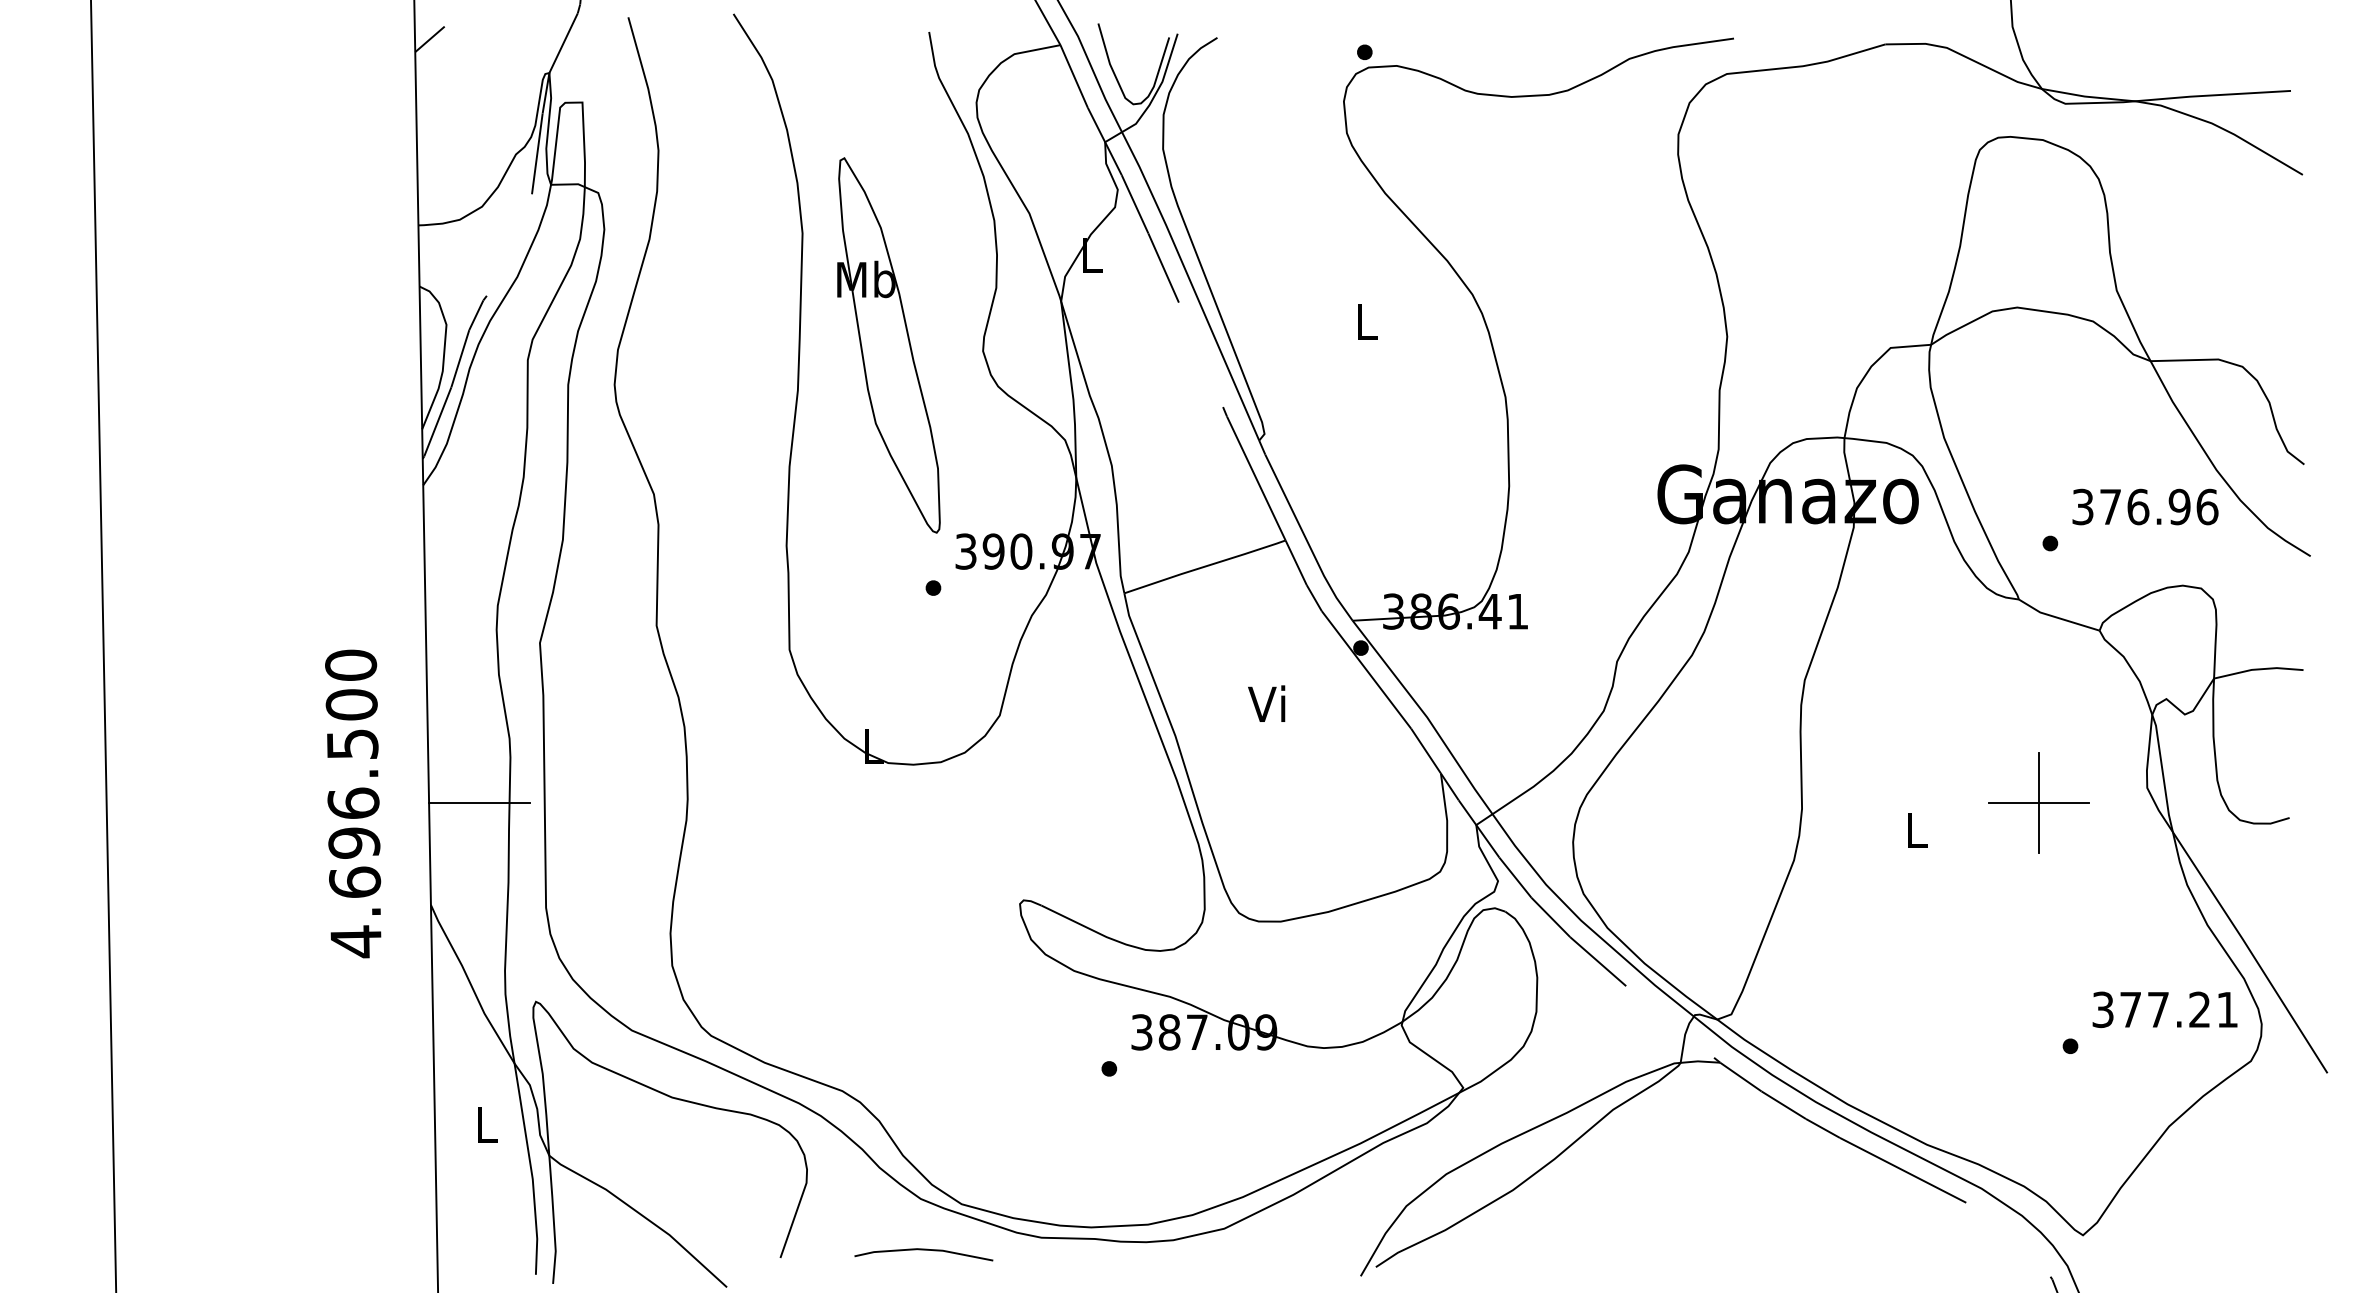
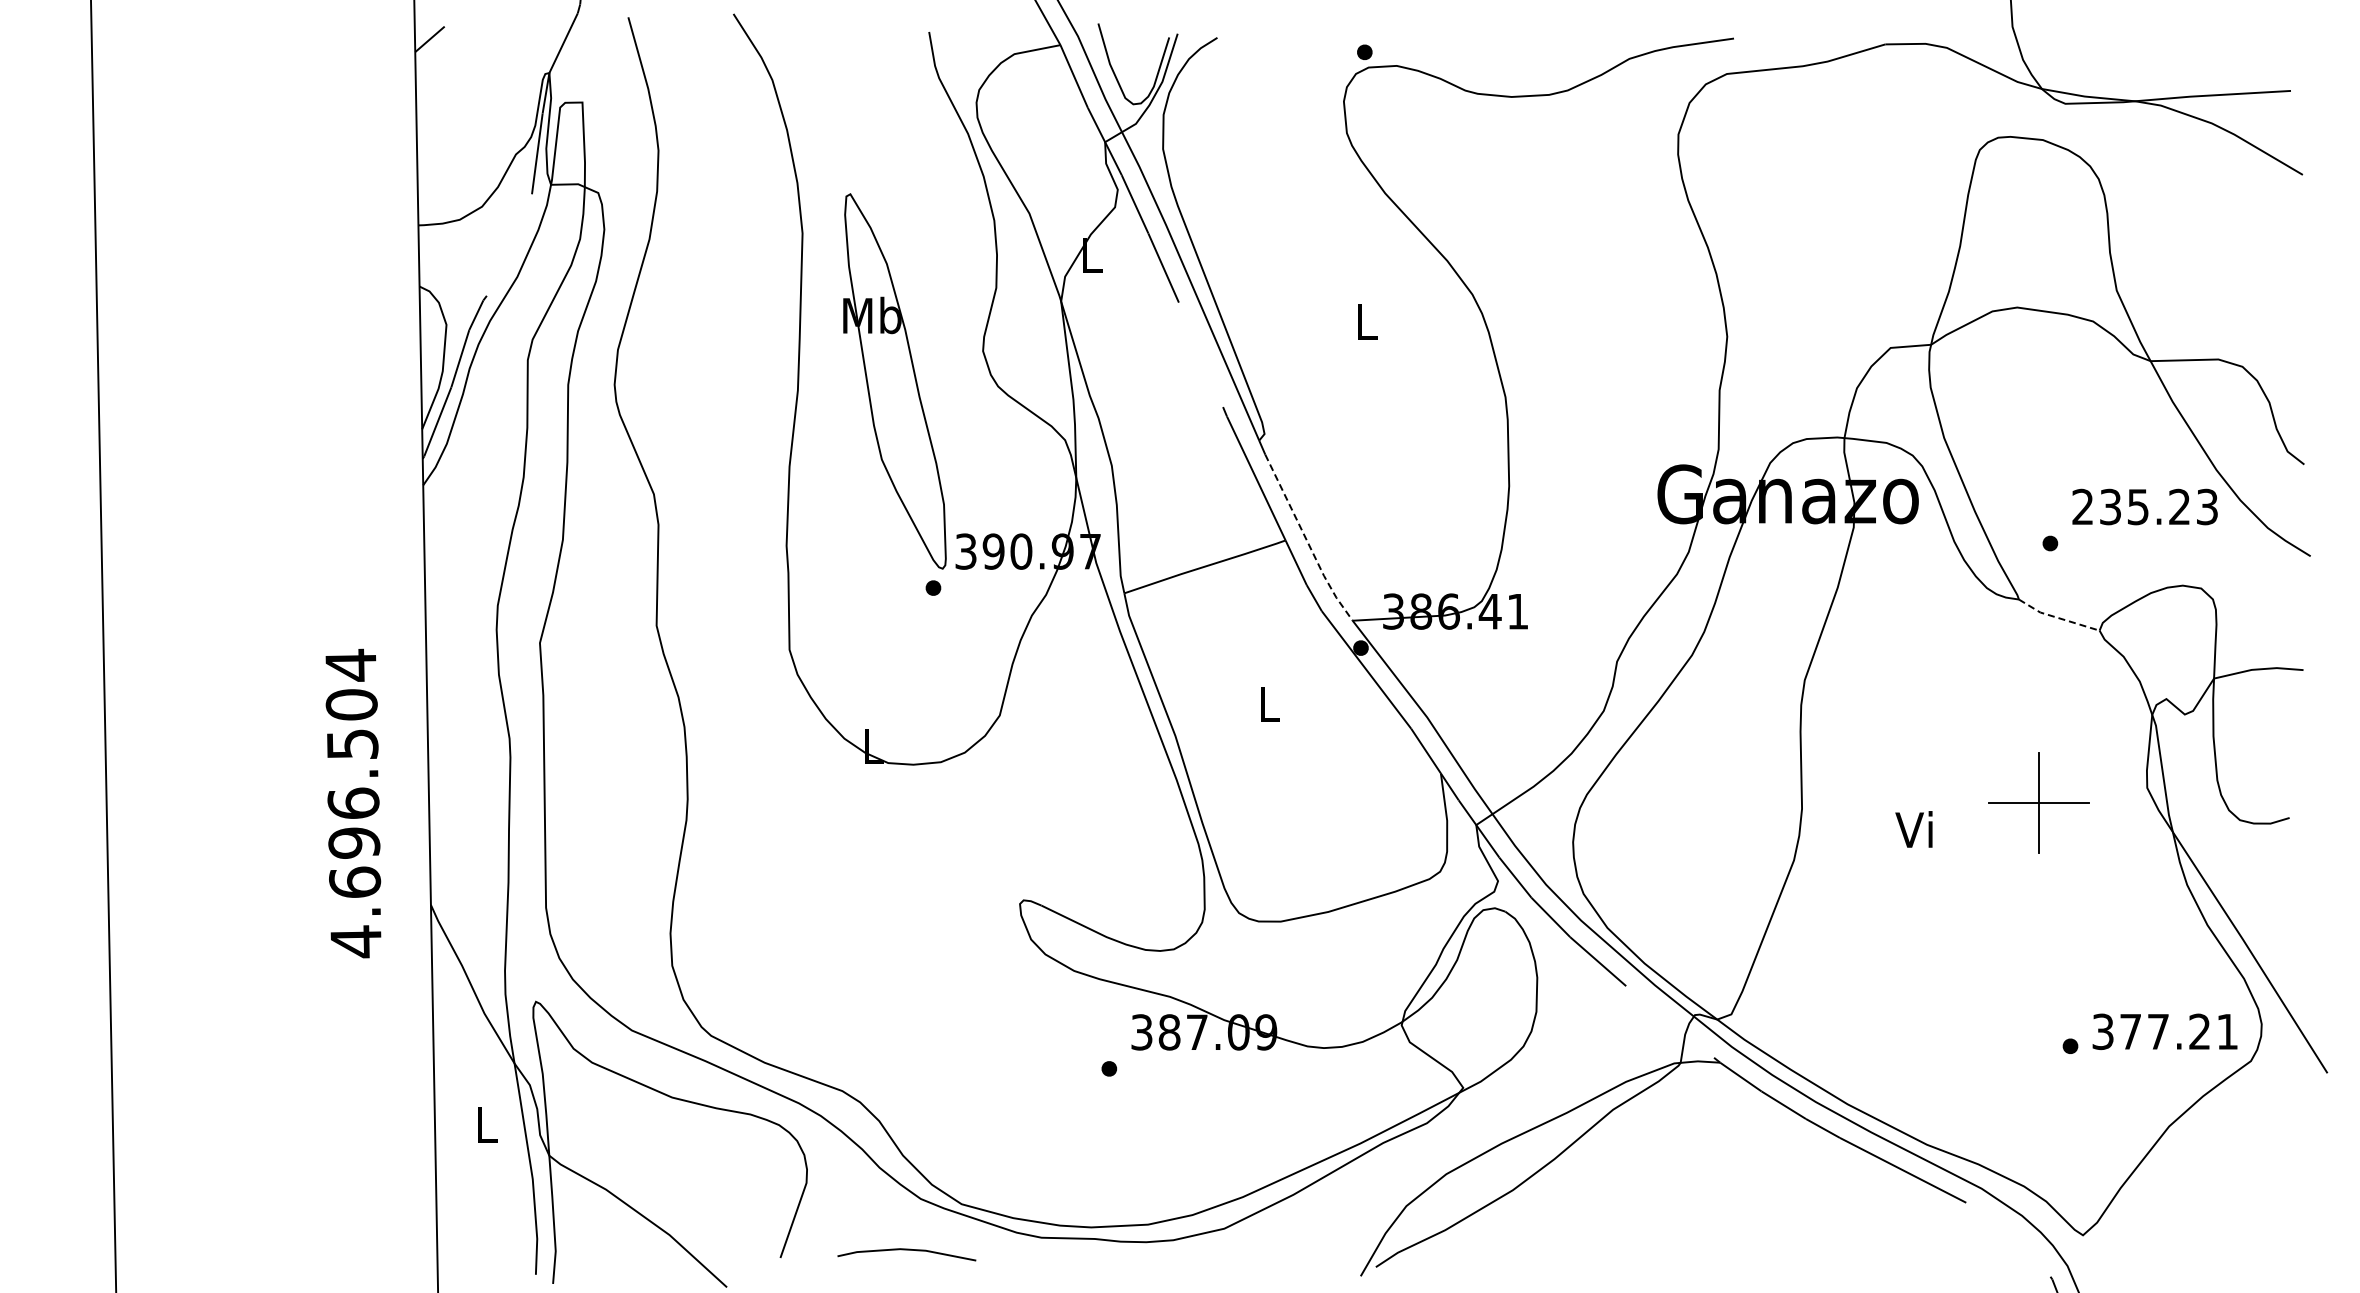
part at (888, 345) position: (888, 345) -> (894, 381)
text at (2145, 506): 376.96 -> 235.23
line at (1307, 540): solid -> dashed
line at (2058, 617): solid -> dashed
text at (351, 664): 4.696.500 -> 4.696.504
text at (1266, 703): Vi -> L
line at (479, 803): present -> none
text at (1913, 829): L -> Vi
text at (2164, 1009) position: (2164, 1009) -> (2164, 1031)
line at (923, 1250) position: (923, 1250) -> (906, 1250)
